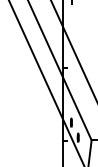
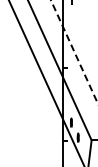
line at (74, 52): solid -> dashed
